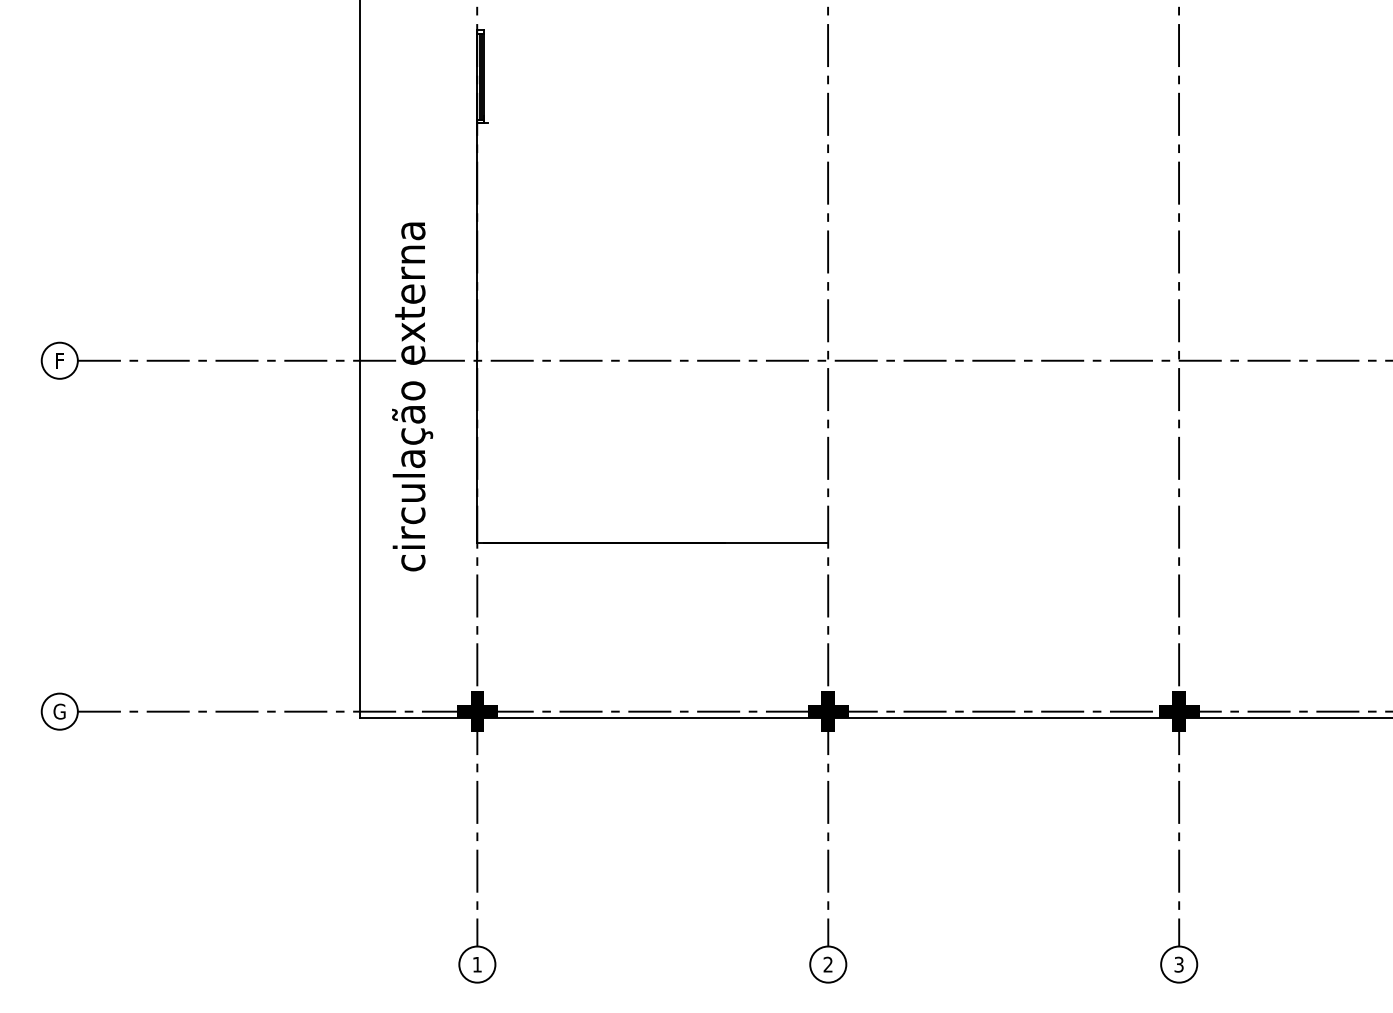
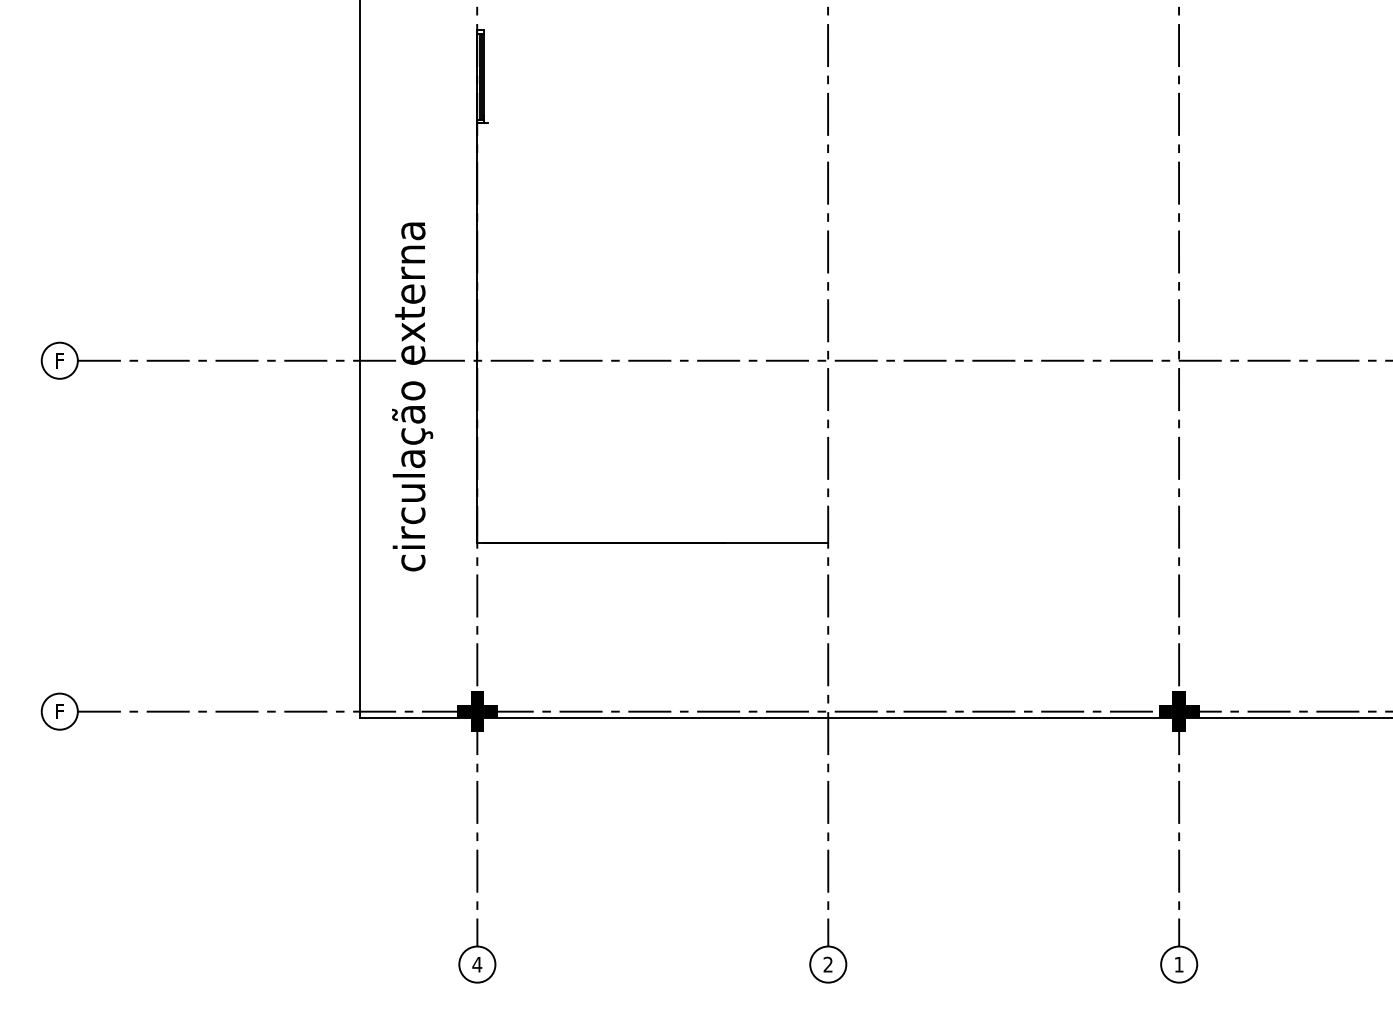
text at (59, 711): G -> F
fill at (827, 711): present -> none
text at (477, 964): 1 -> 4
text at (1178, 964): 3 -> 1
